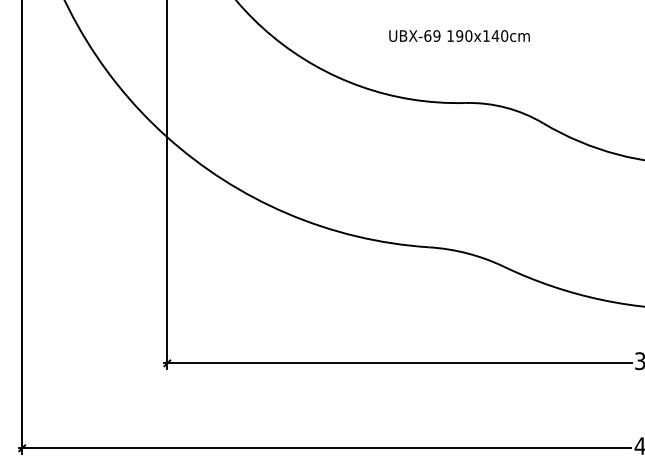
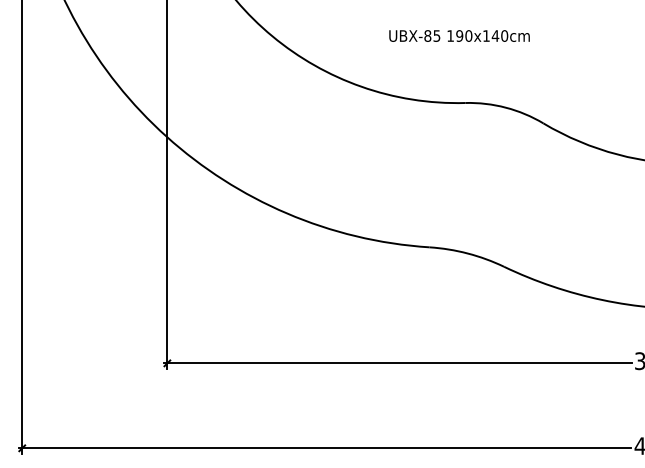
text at (432, 35): UBX-69 -> UBX-85
